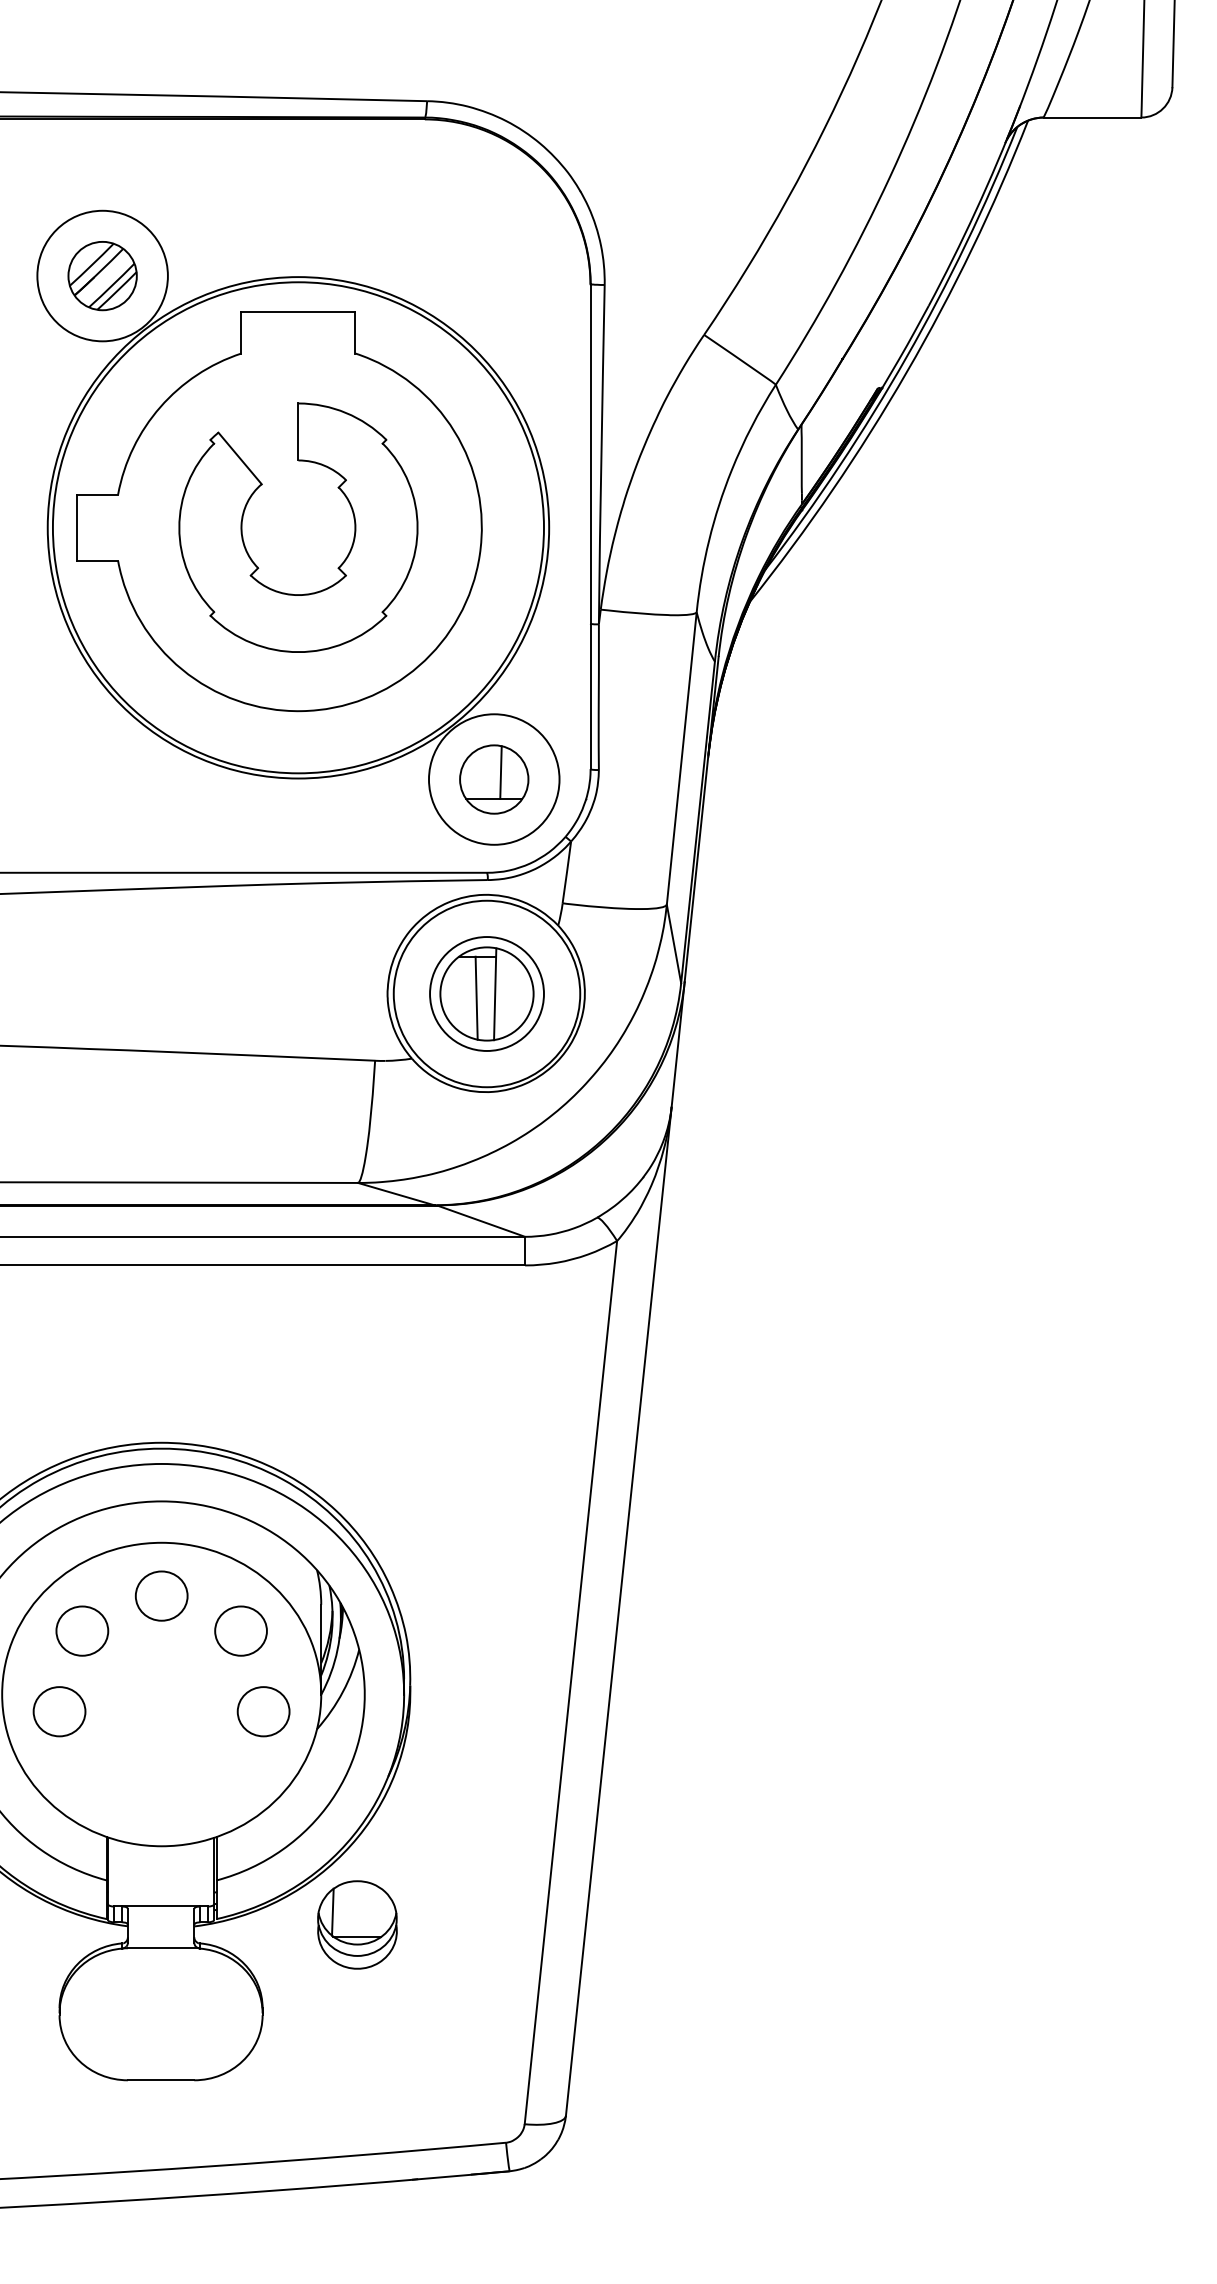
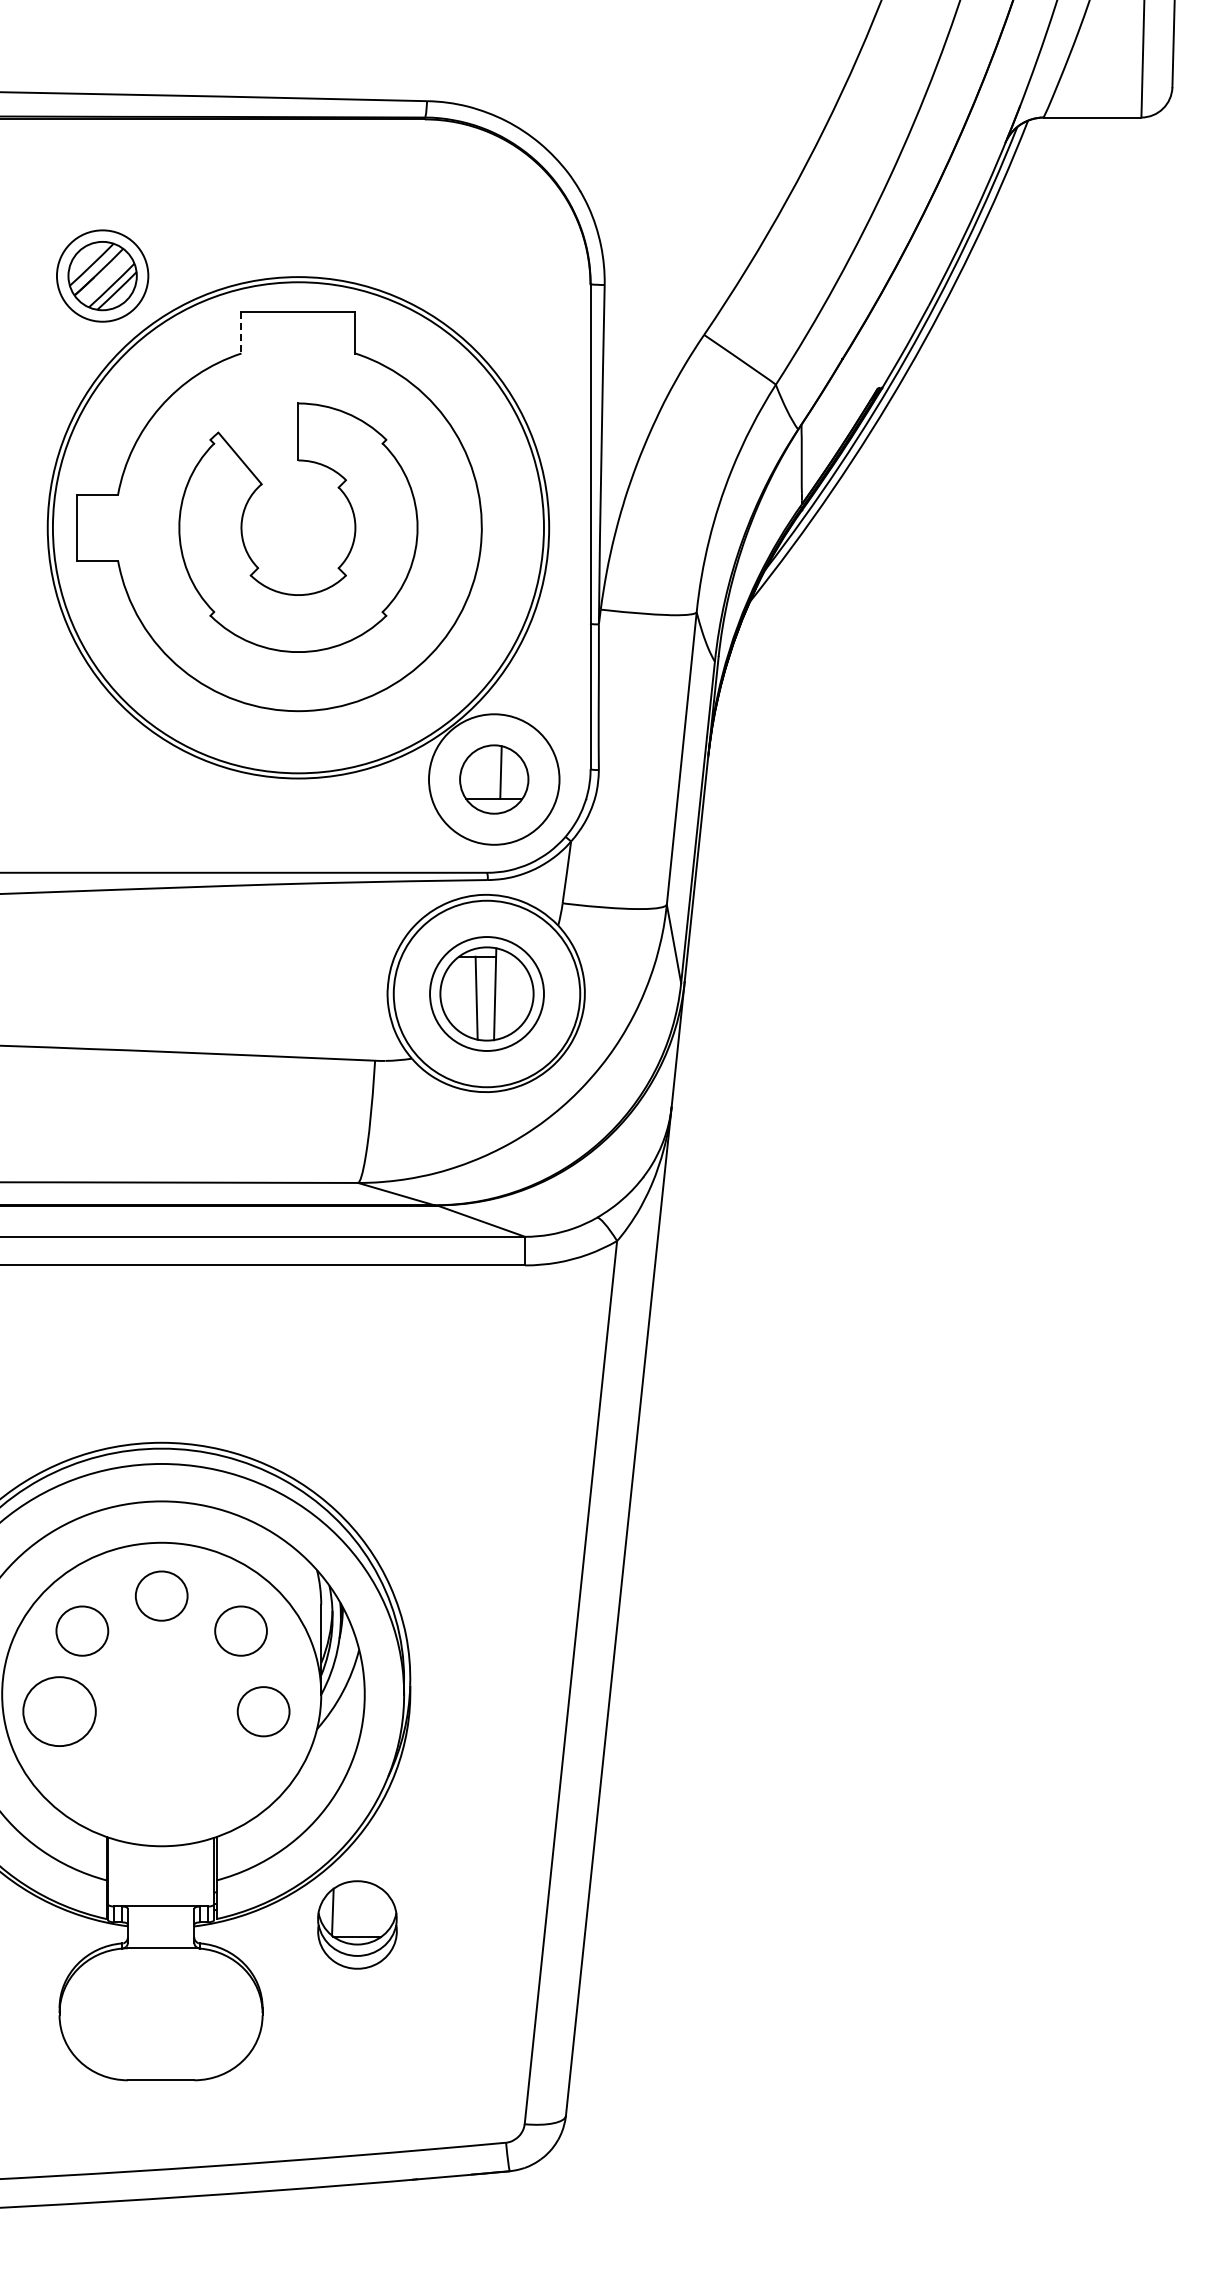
circle at (102, 275) diameter: 131 px -> 91 px
line at (241, 332): solid -> dashed
part at (59, 1711) size: 55x52 px -> 75x71 px
